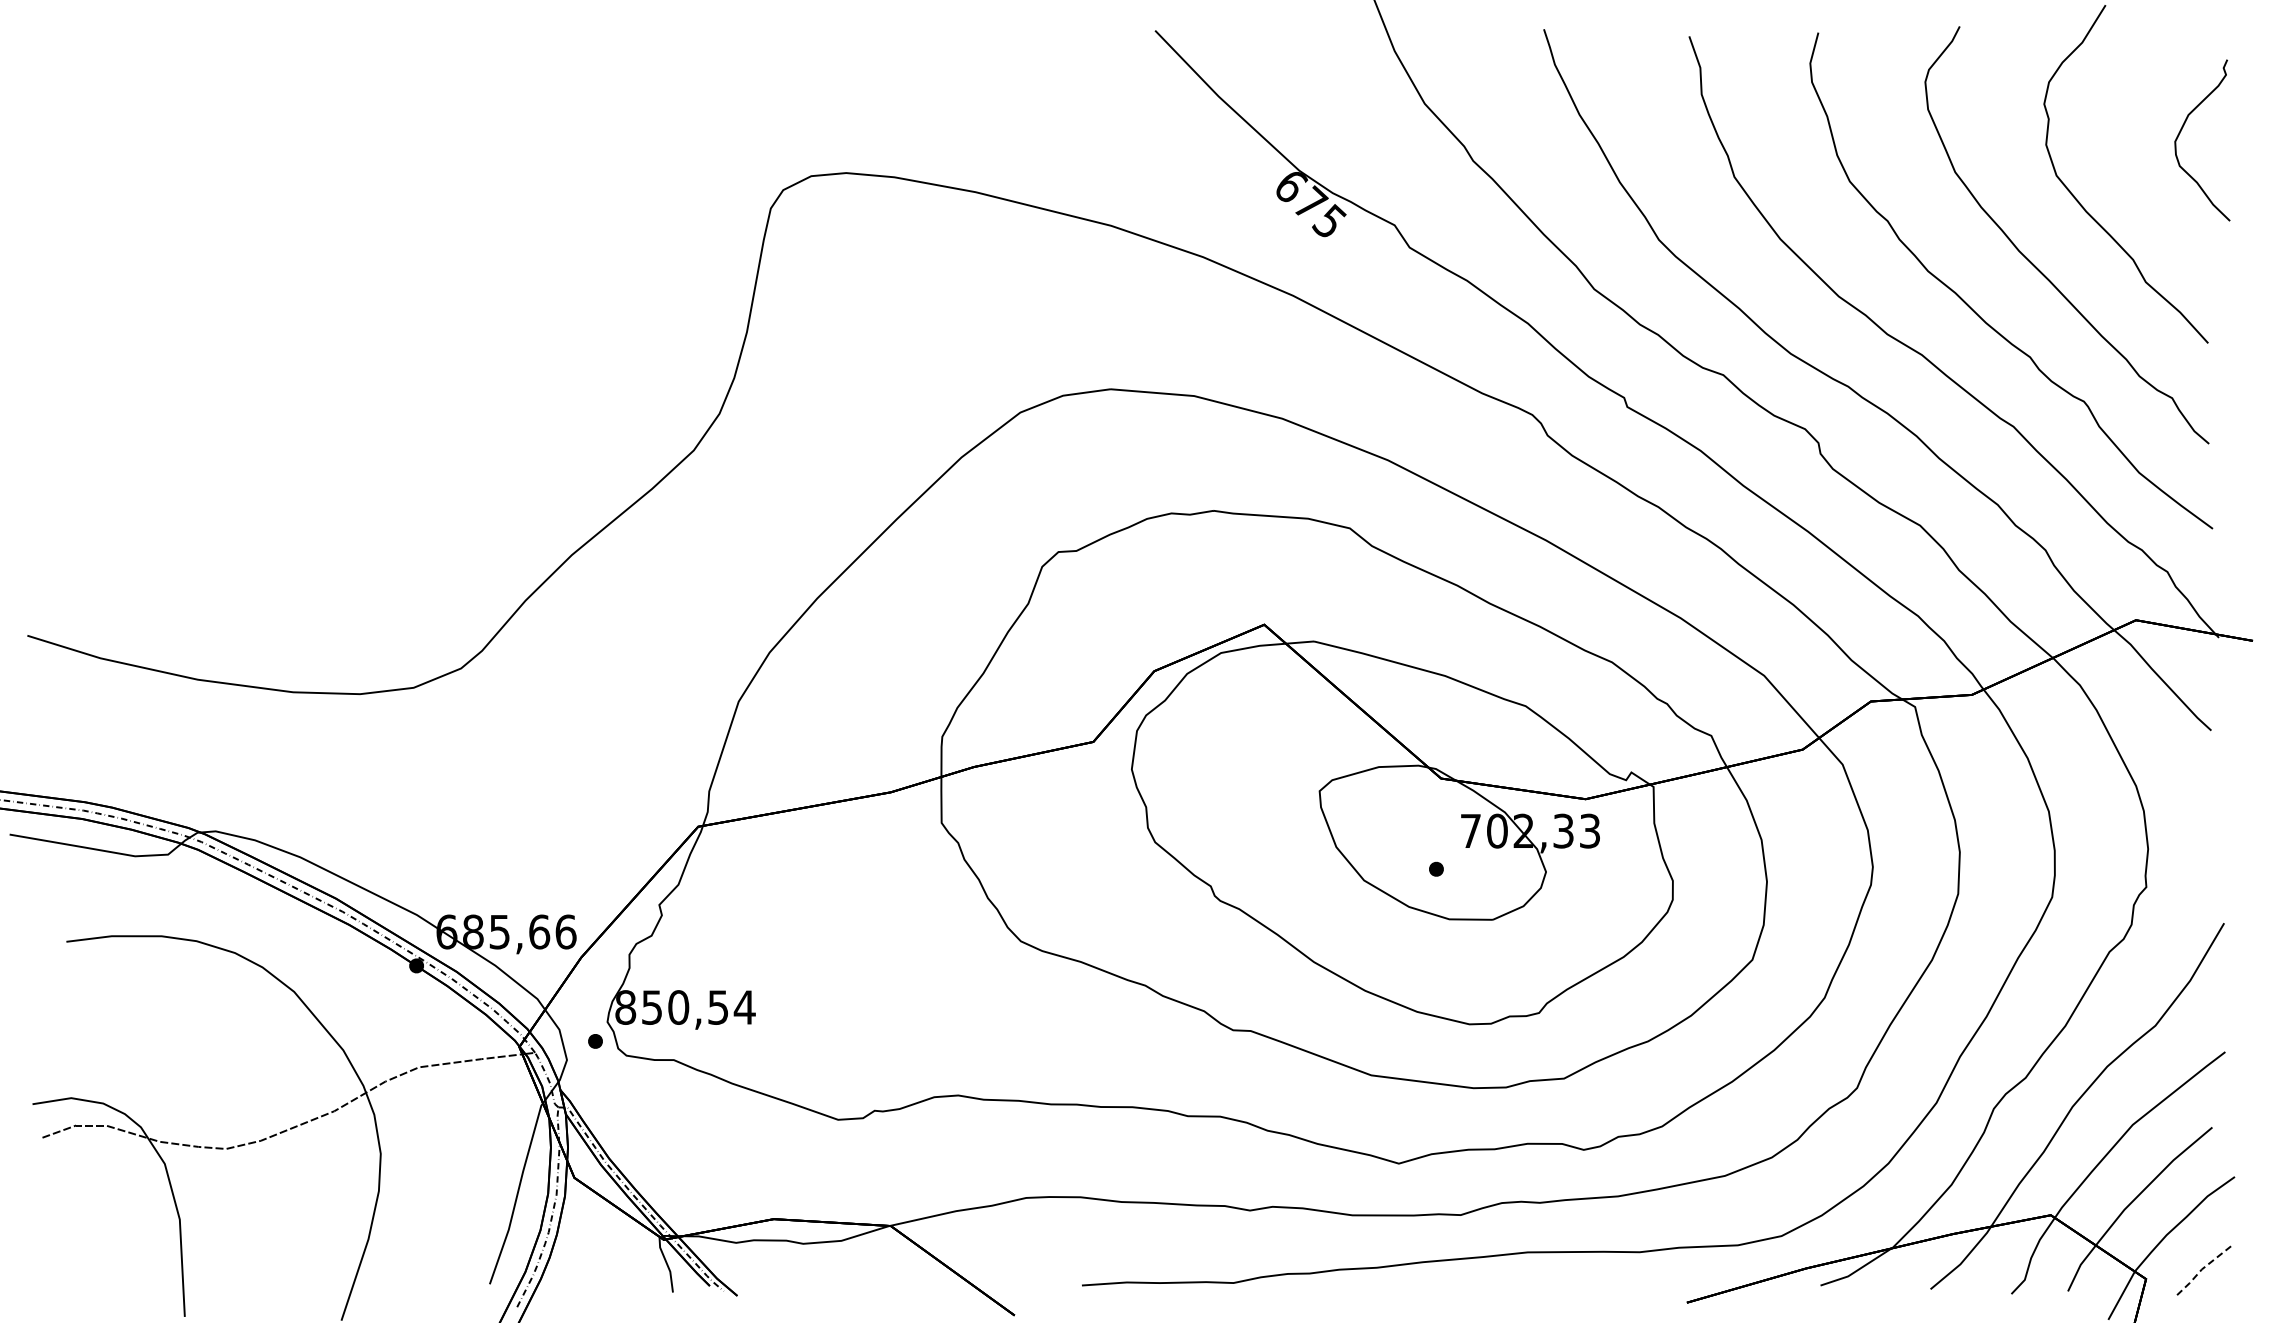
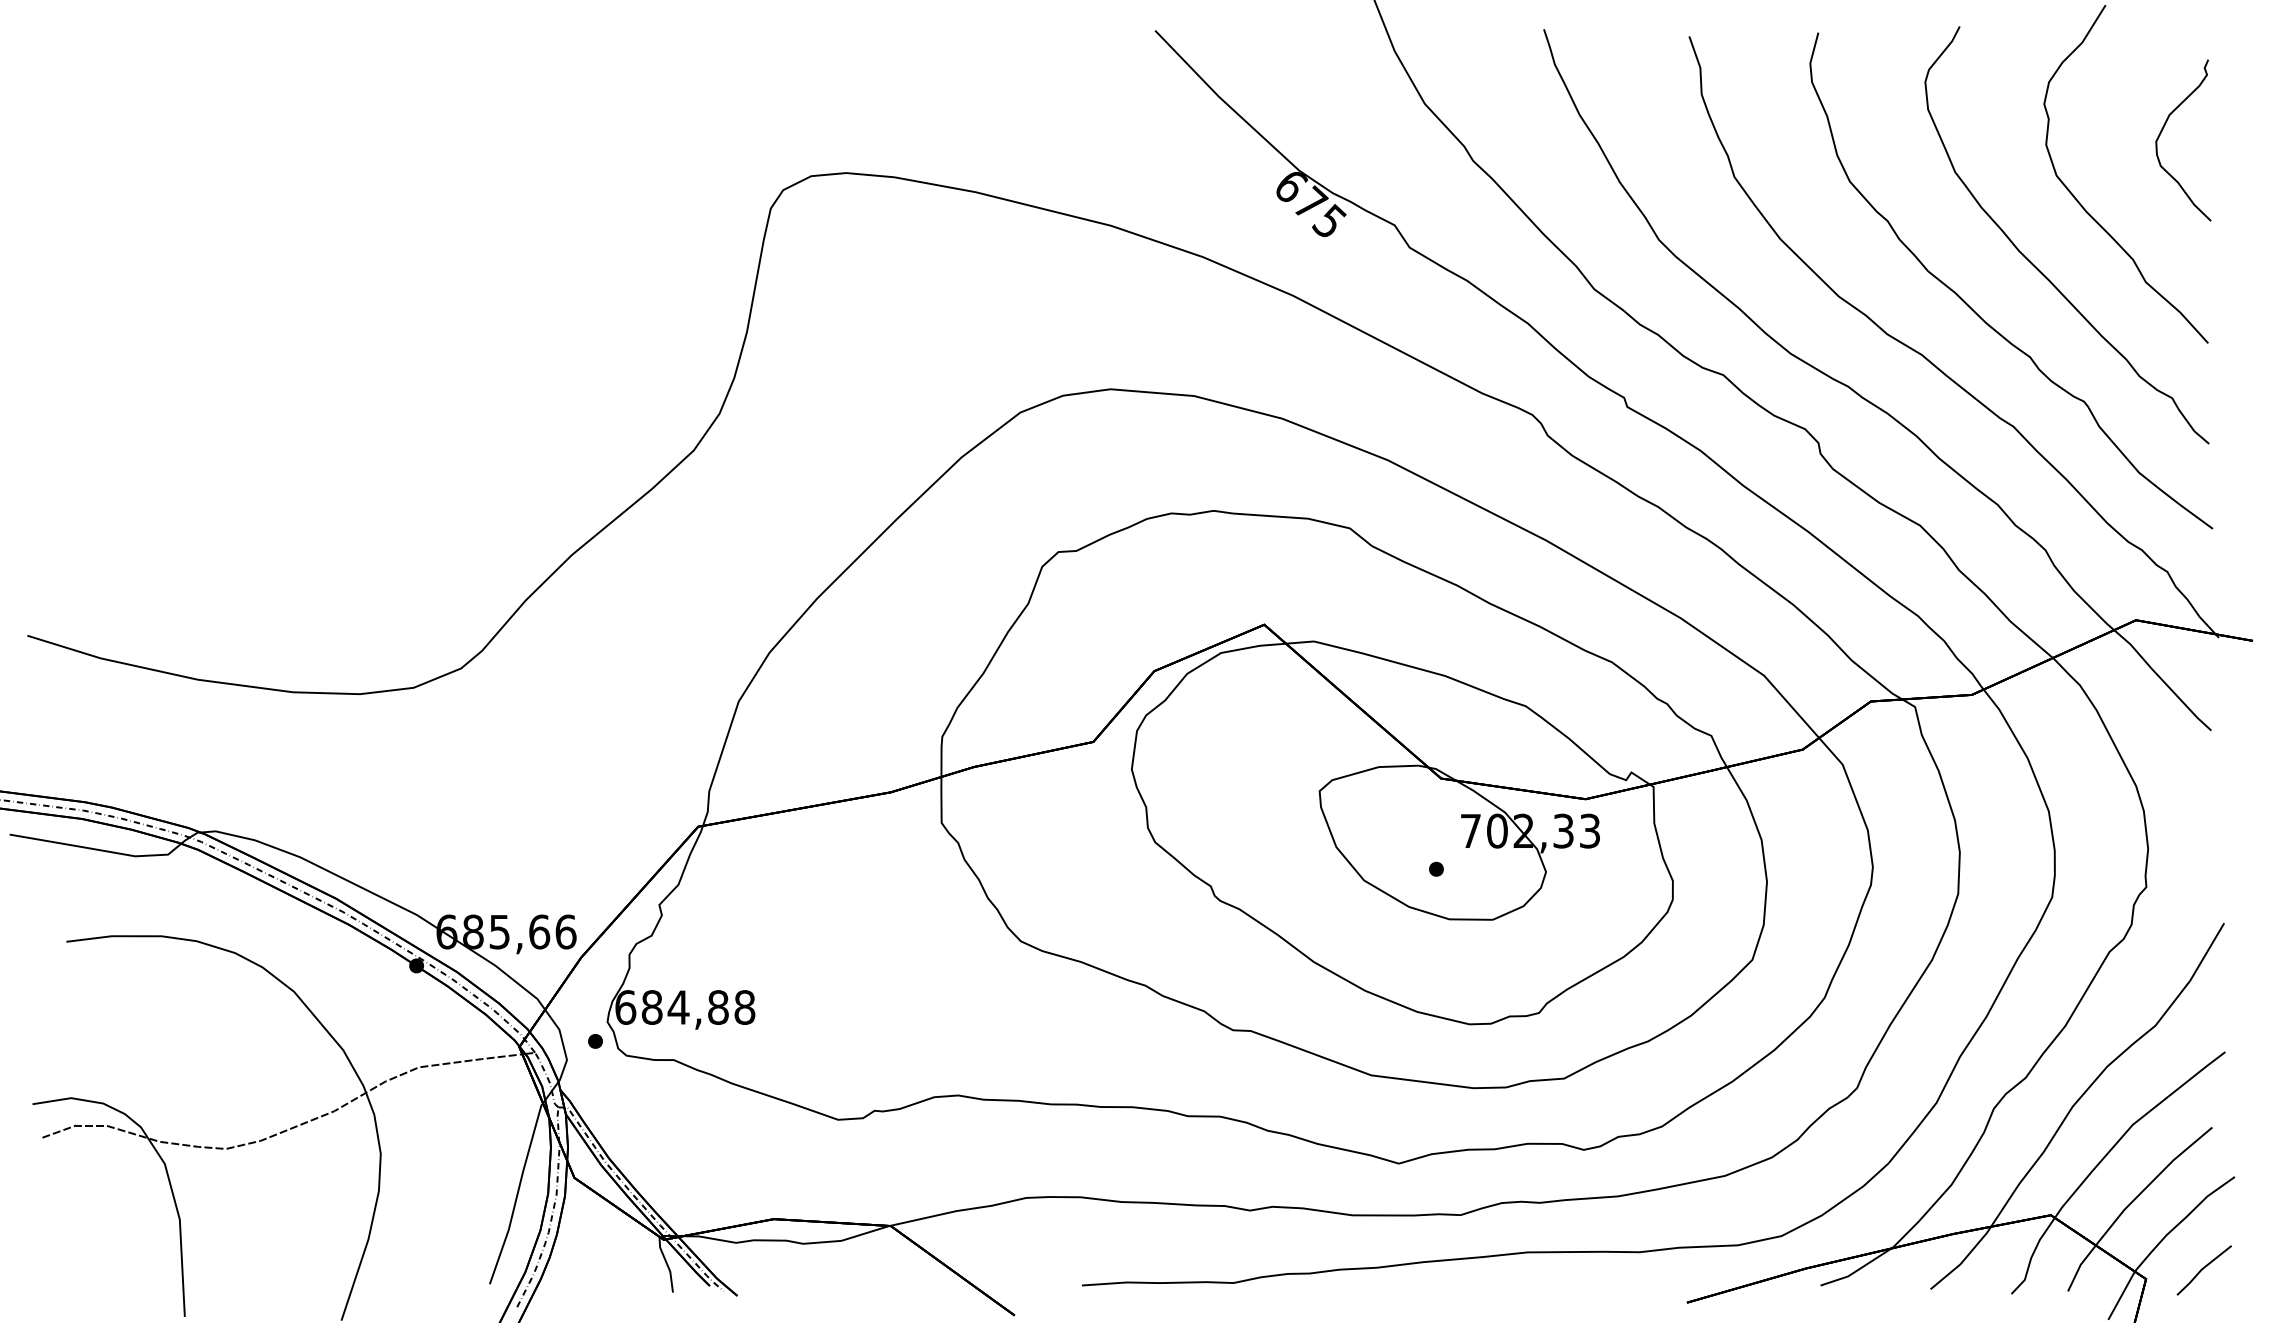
curve at (2182, 129) position: (2182, 129) -> (2163, 129)
text at (685, 1007): 850,54 -> 684,88
line at (2201, 1269): dashed -> solid
